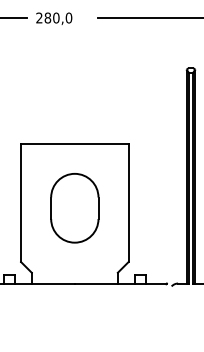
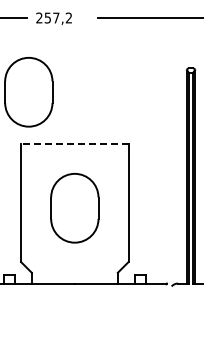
text at (58, 17): 280,0 -> 257,2
part at (28, 92): none -> present
line at (74, 143): solid -> dashed
